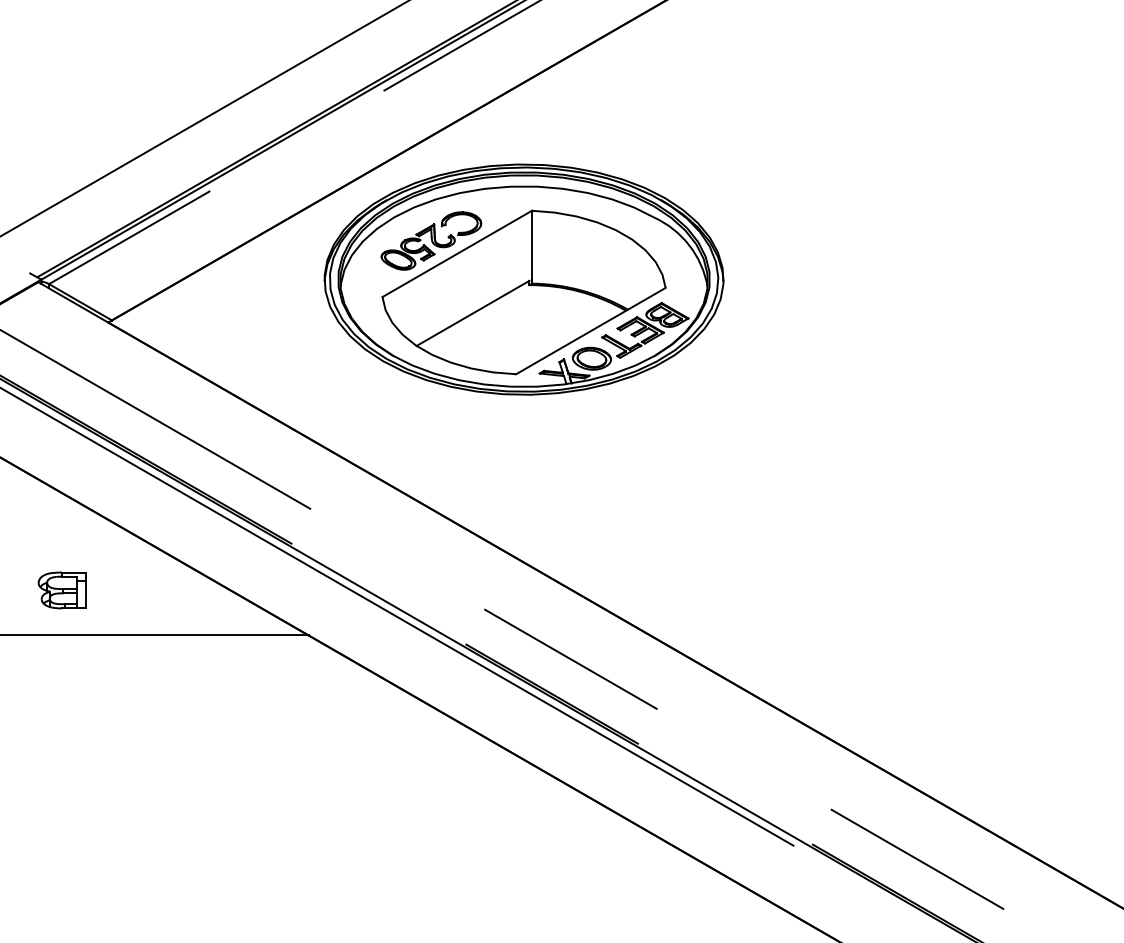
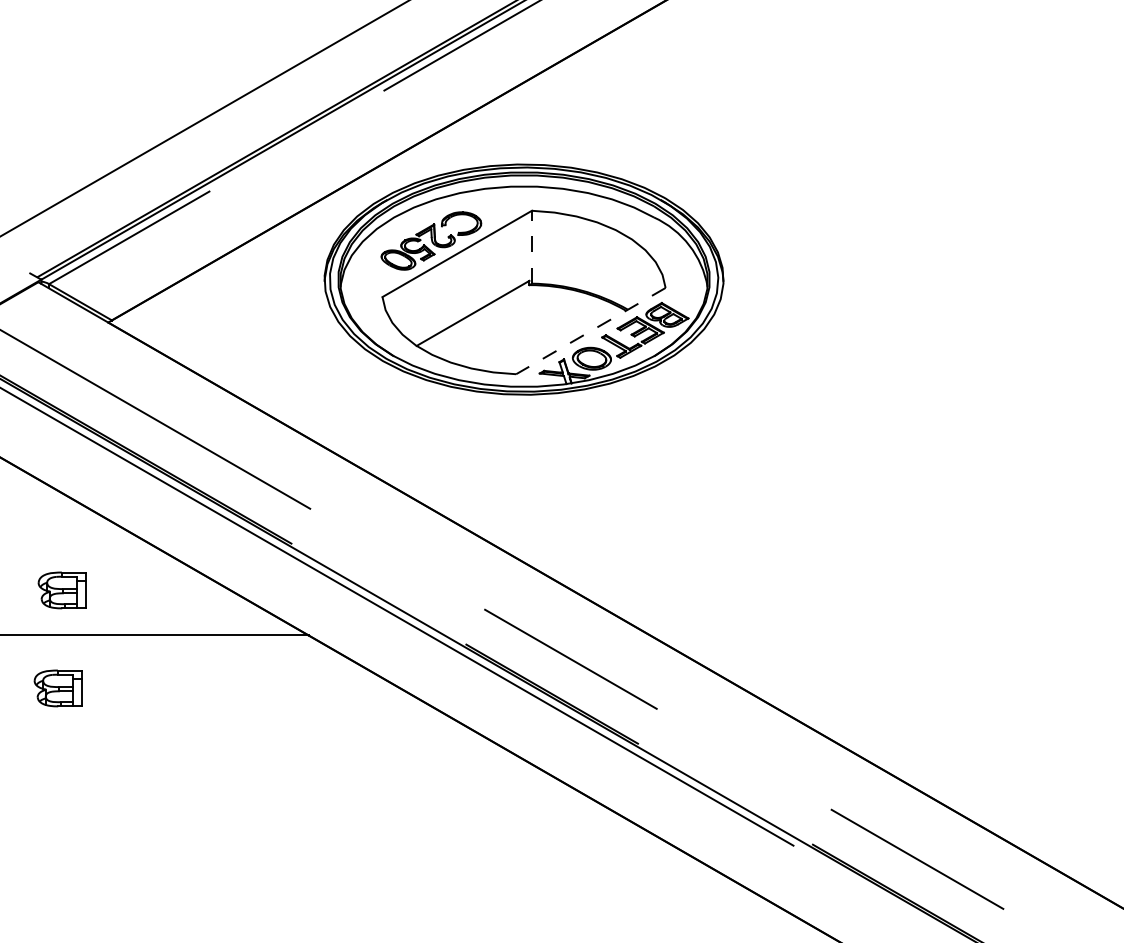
line at (531, 246): solid -> dashed
line at (590, 331): solid -> dashed
part at (57, 688): none -> present
